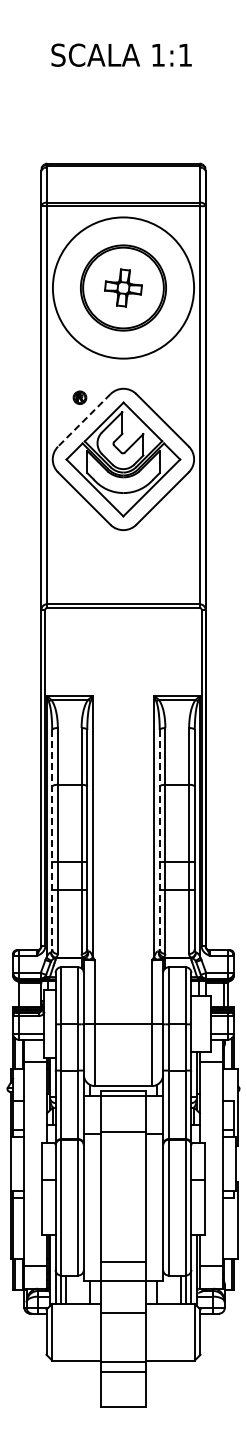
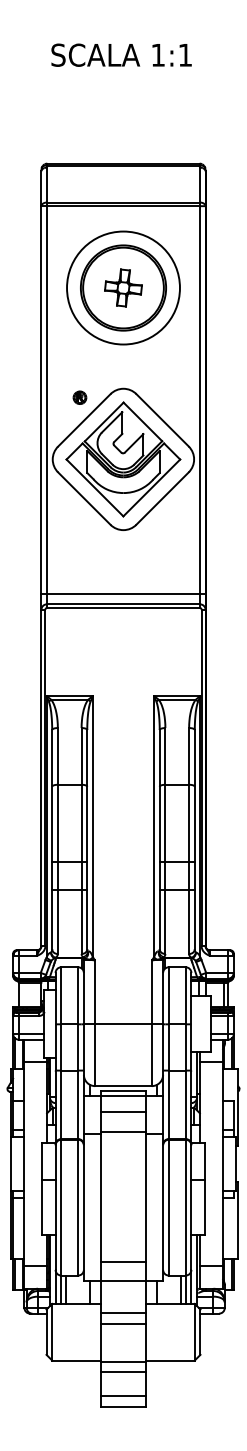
circle at (123, 287) diameter: 141 px -> 113 px
line at (83, 420): dashed -> solid
line at (123, 593): none -> present
line at (52, 839): dashed -> solid
line at (159, 839): dashed -> solid
line at (123, 1111): none -> present
line at (123, 1323): none -> present
line at (123, 1396): none -> present
